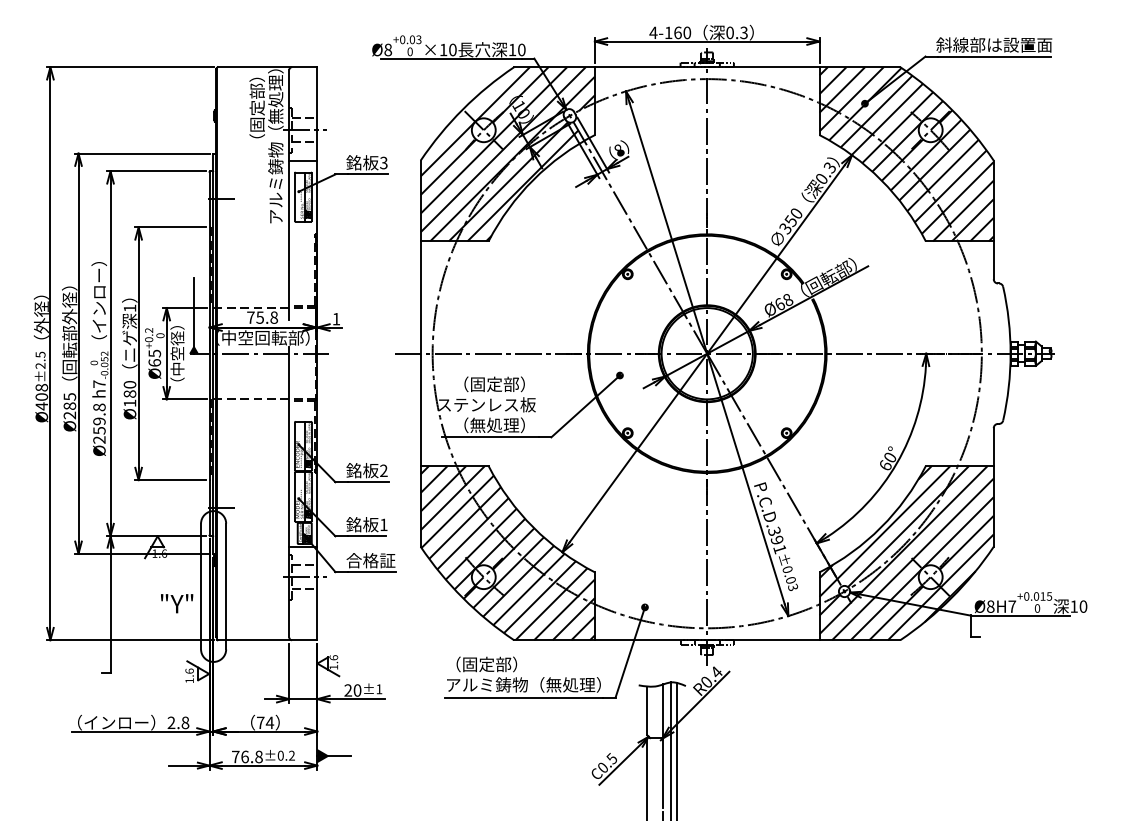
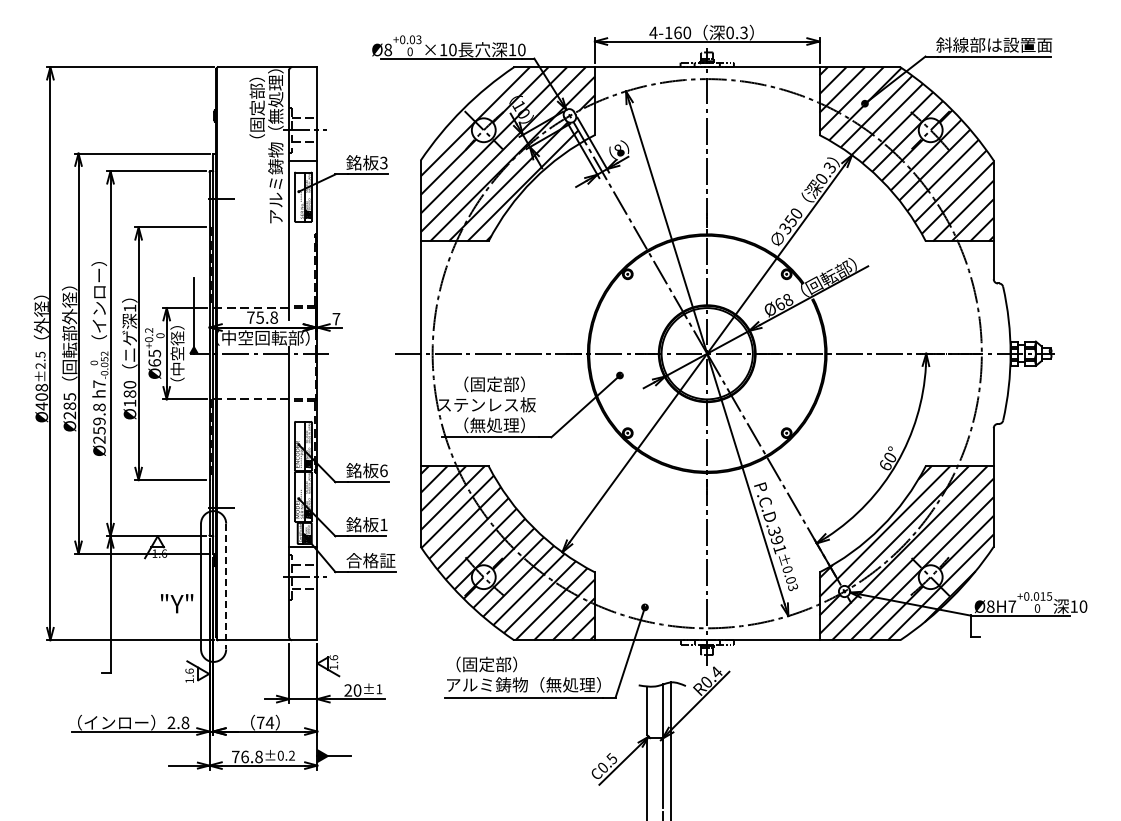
text at (336, 319): 1 -> 7
text at (383, 470): 2 -> 6
line at (226, 586): solid -> dashed
line at (677, 749): present -> none
